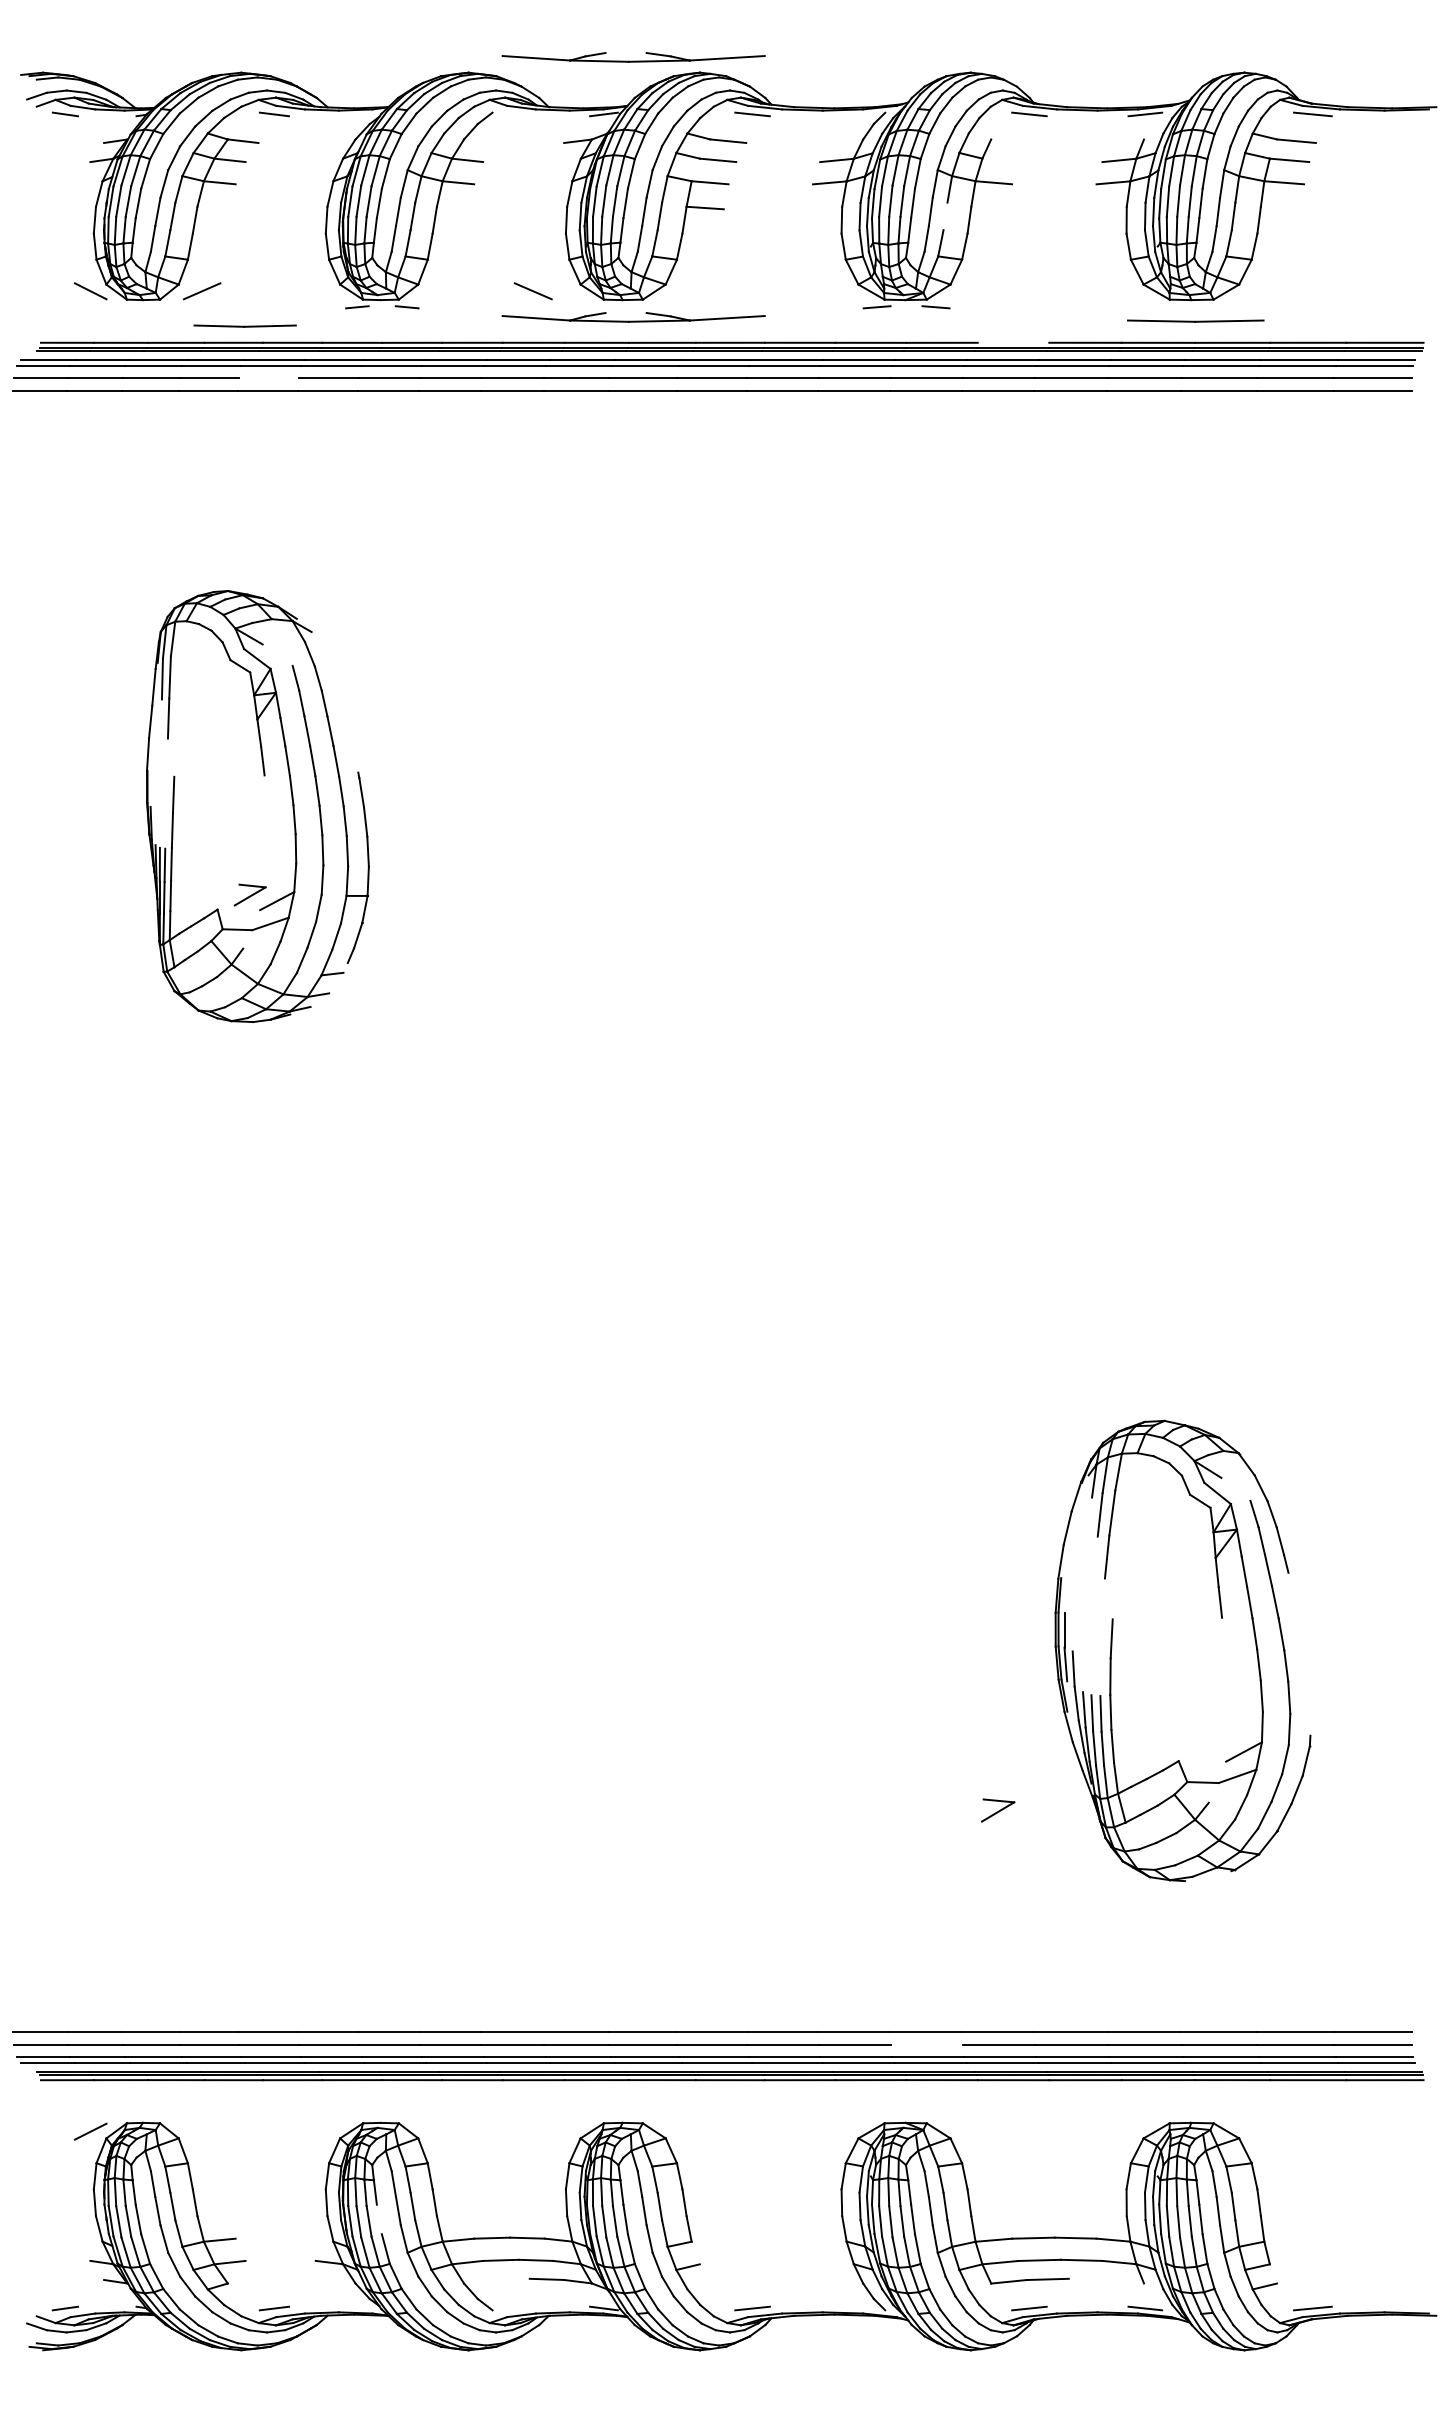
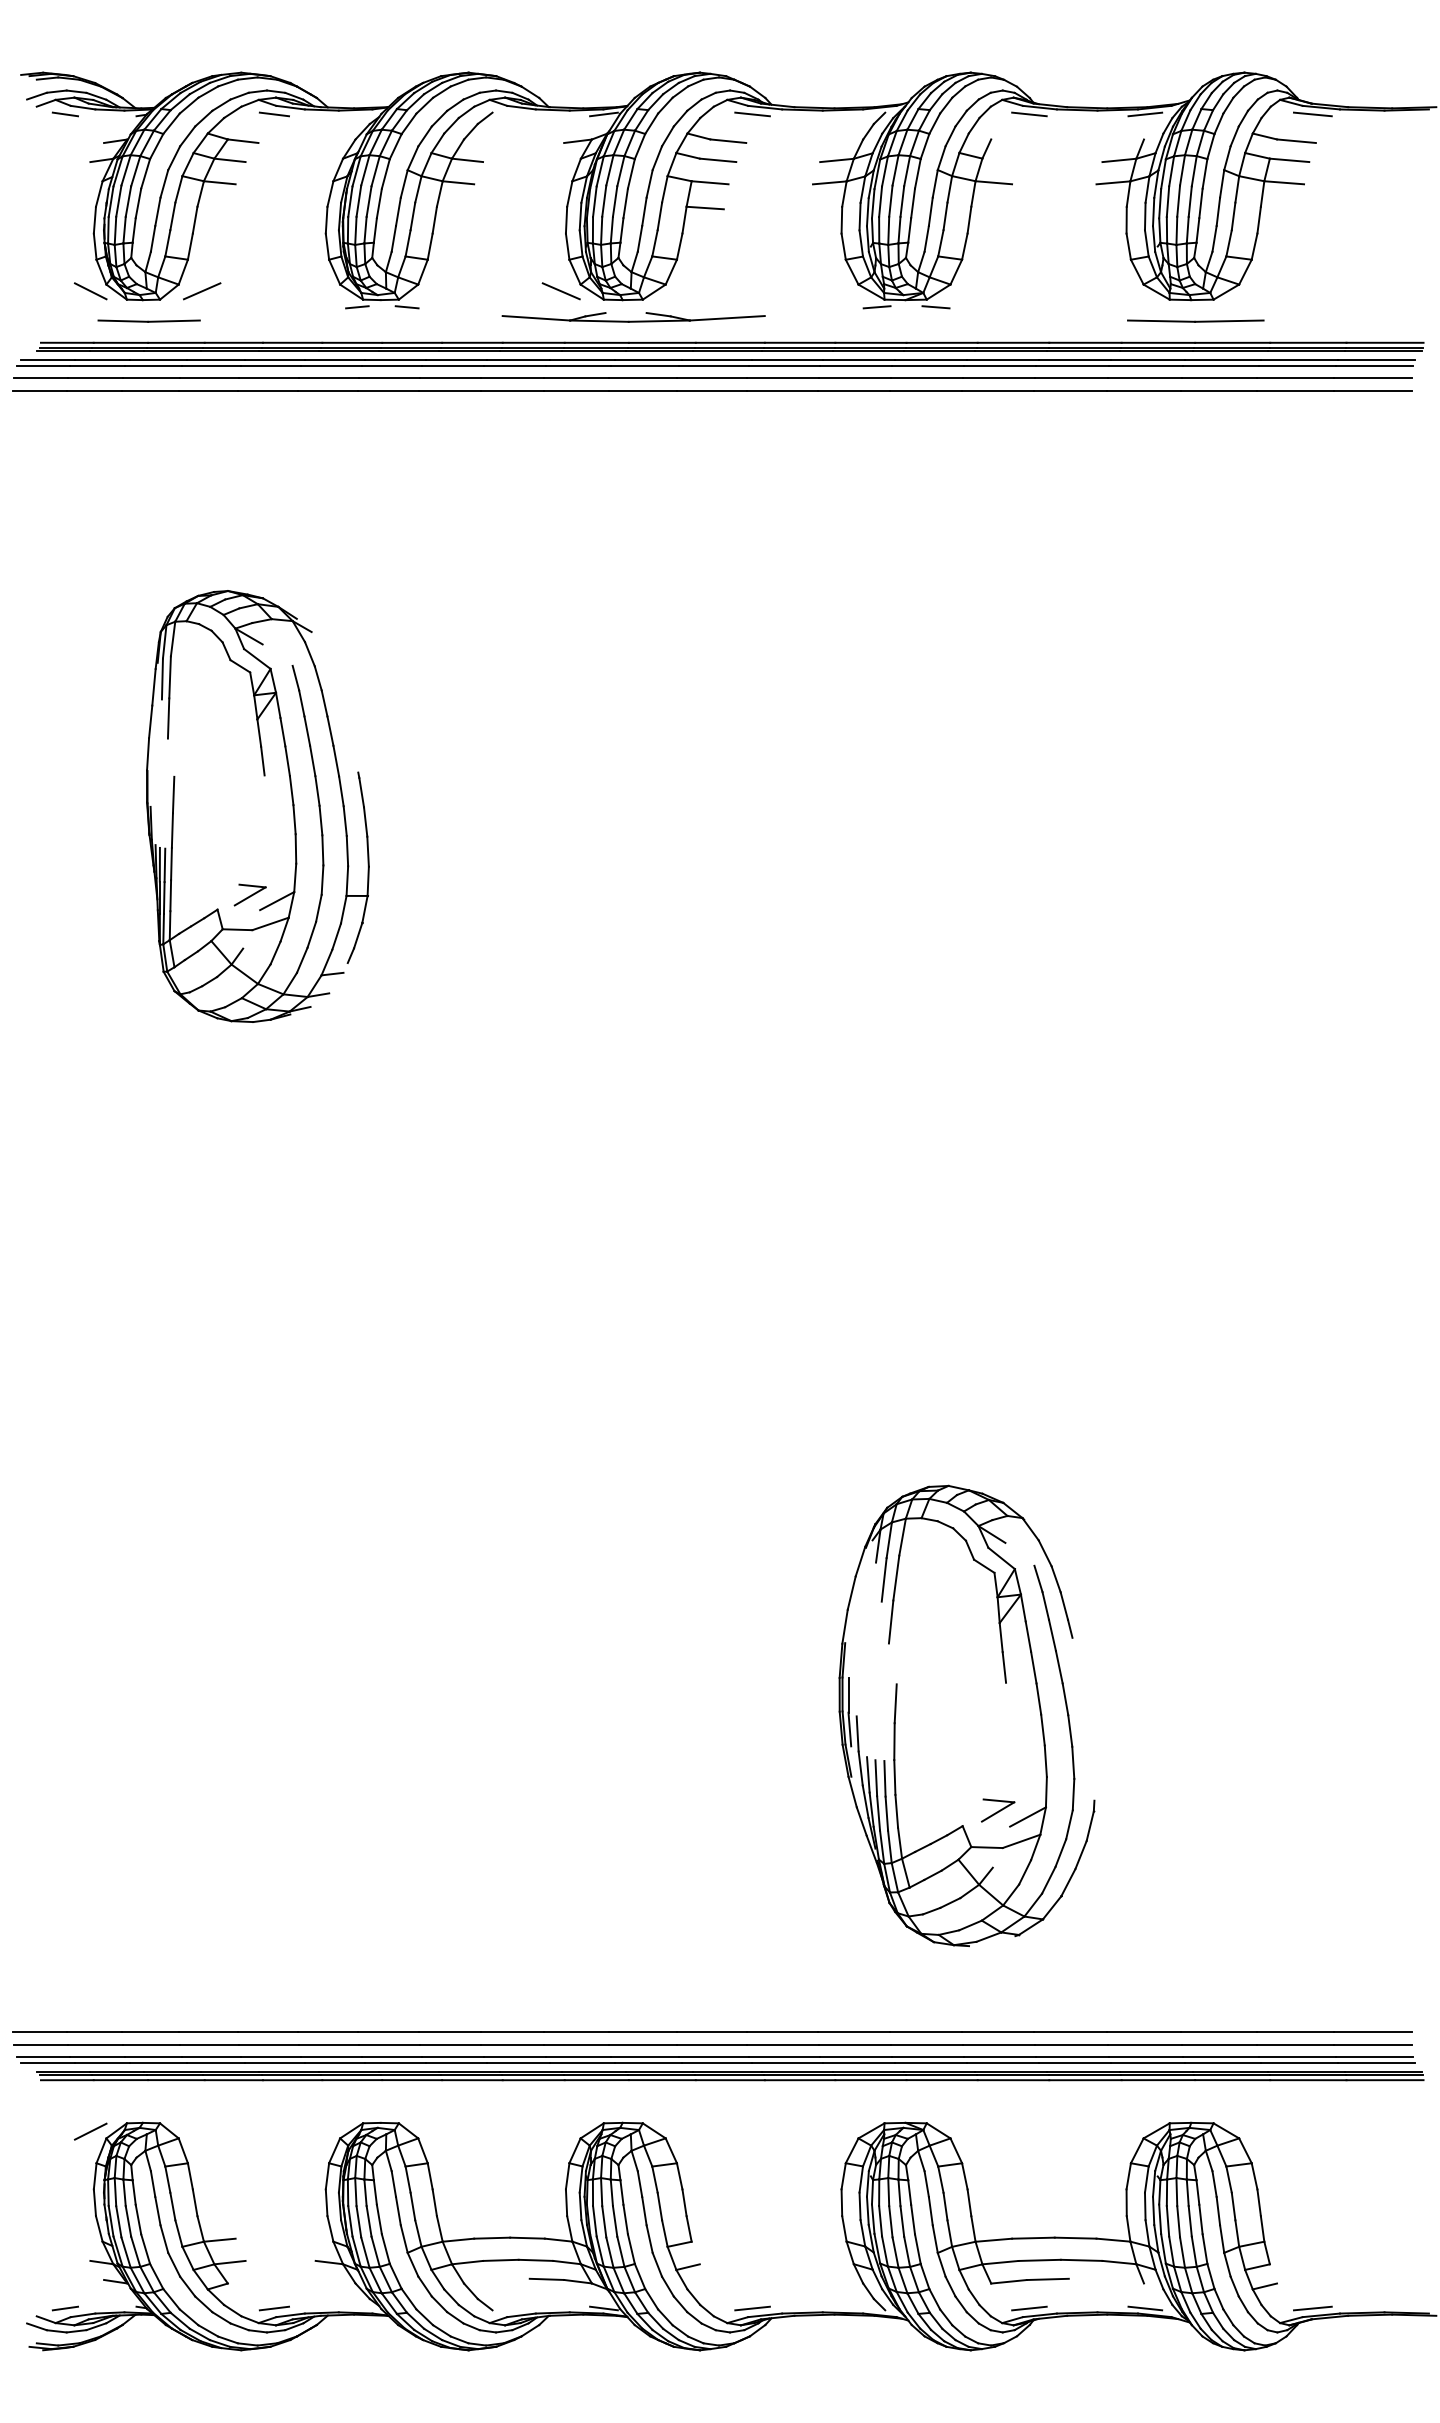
part at (633, 57): present -> none
line at (945, 216): none -> present
line at (532, 291) position: (532, 291) -> (560, 291)
line at (244, 325) position: (244, 325) -> (148, 320)
line at (1013, 342): none -> present
line at (268, 377): none -> present
part at (1182, 1650) position: (1182, 1650) -> (966, 1715)
line at (926, 2045): none -> present
line at (378, 2219): none -> present
